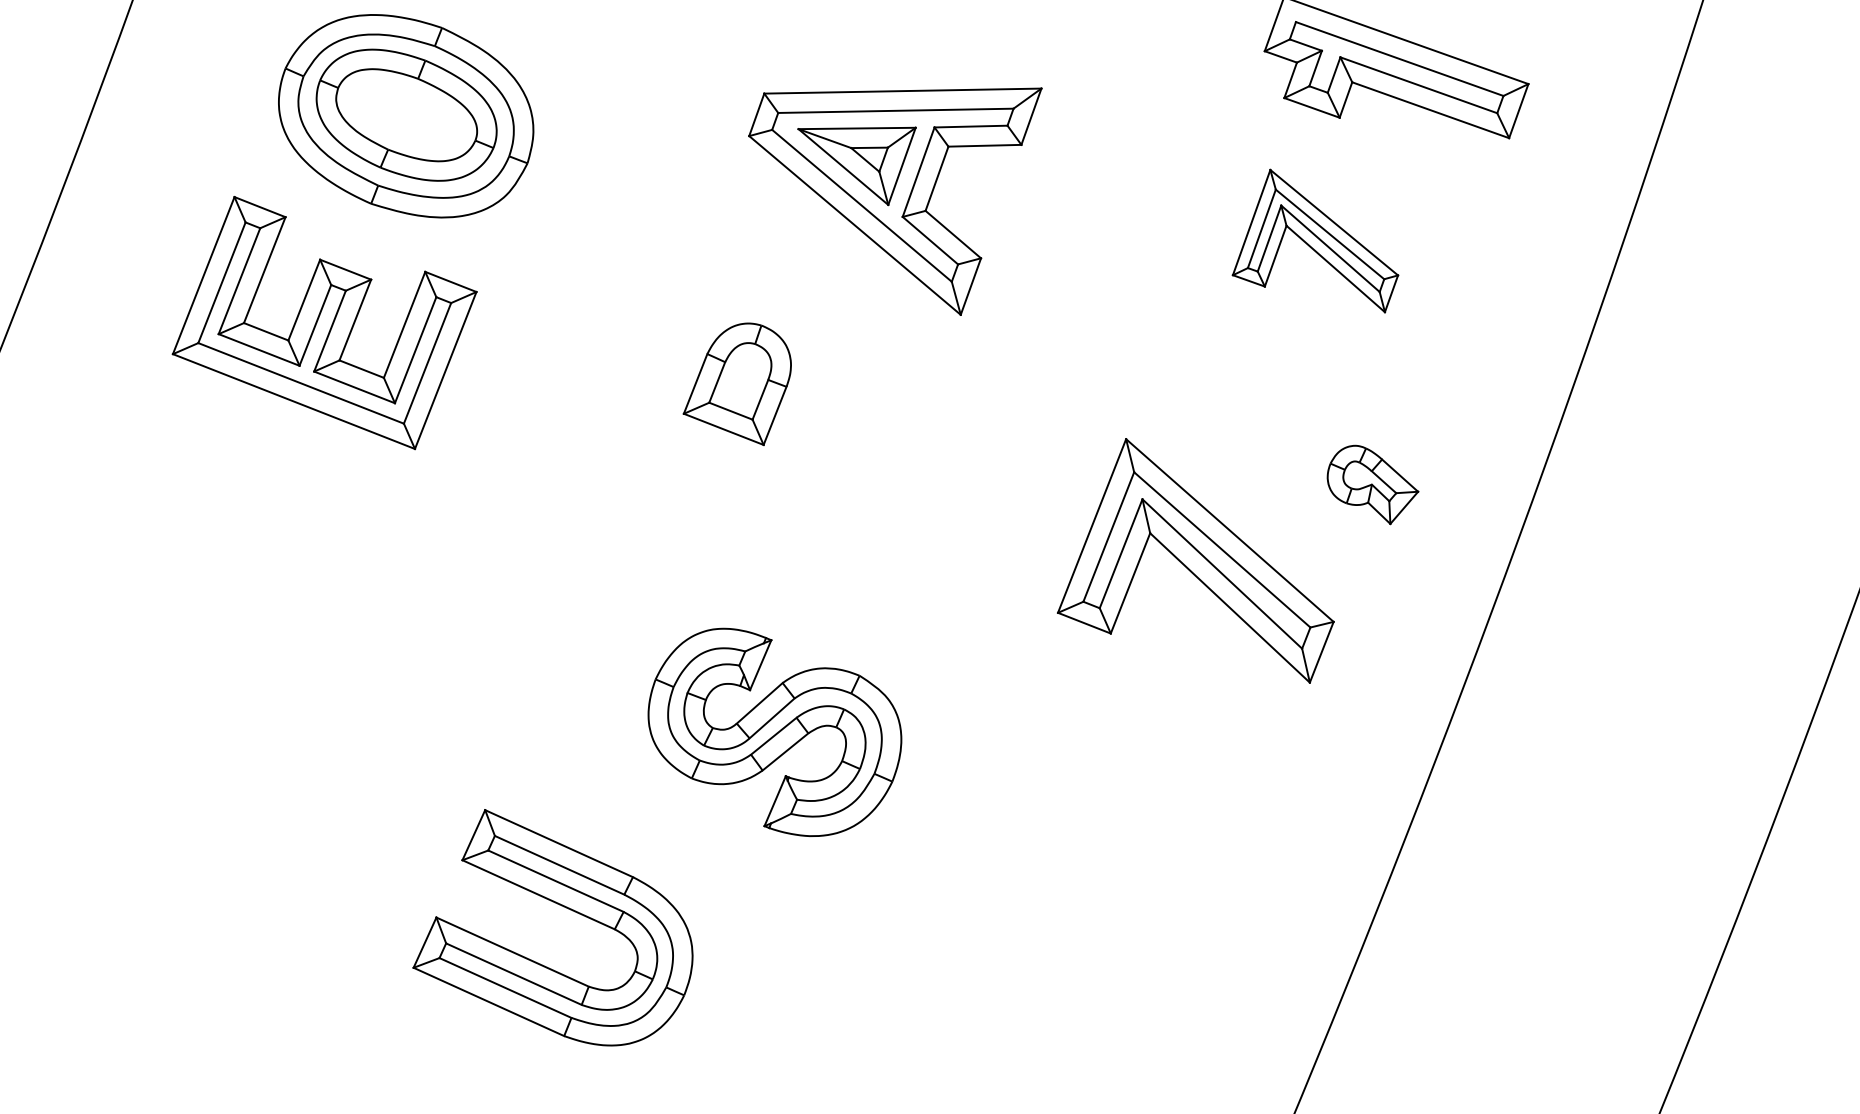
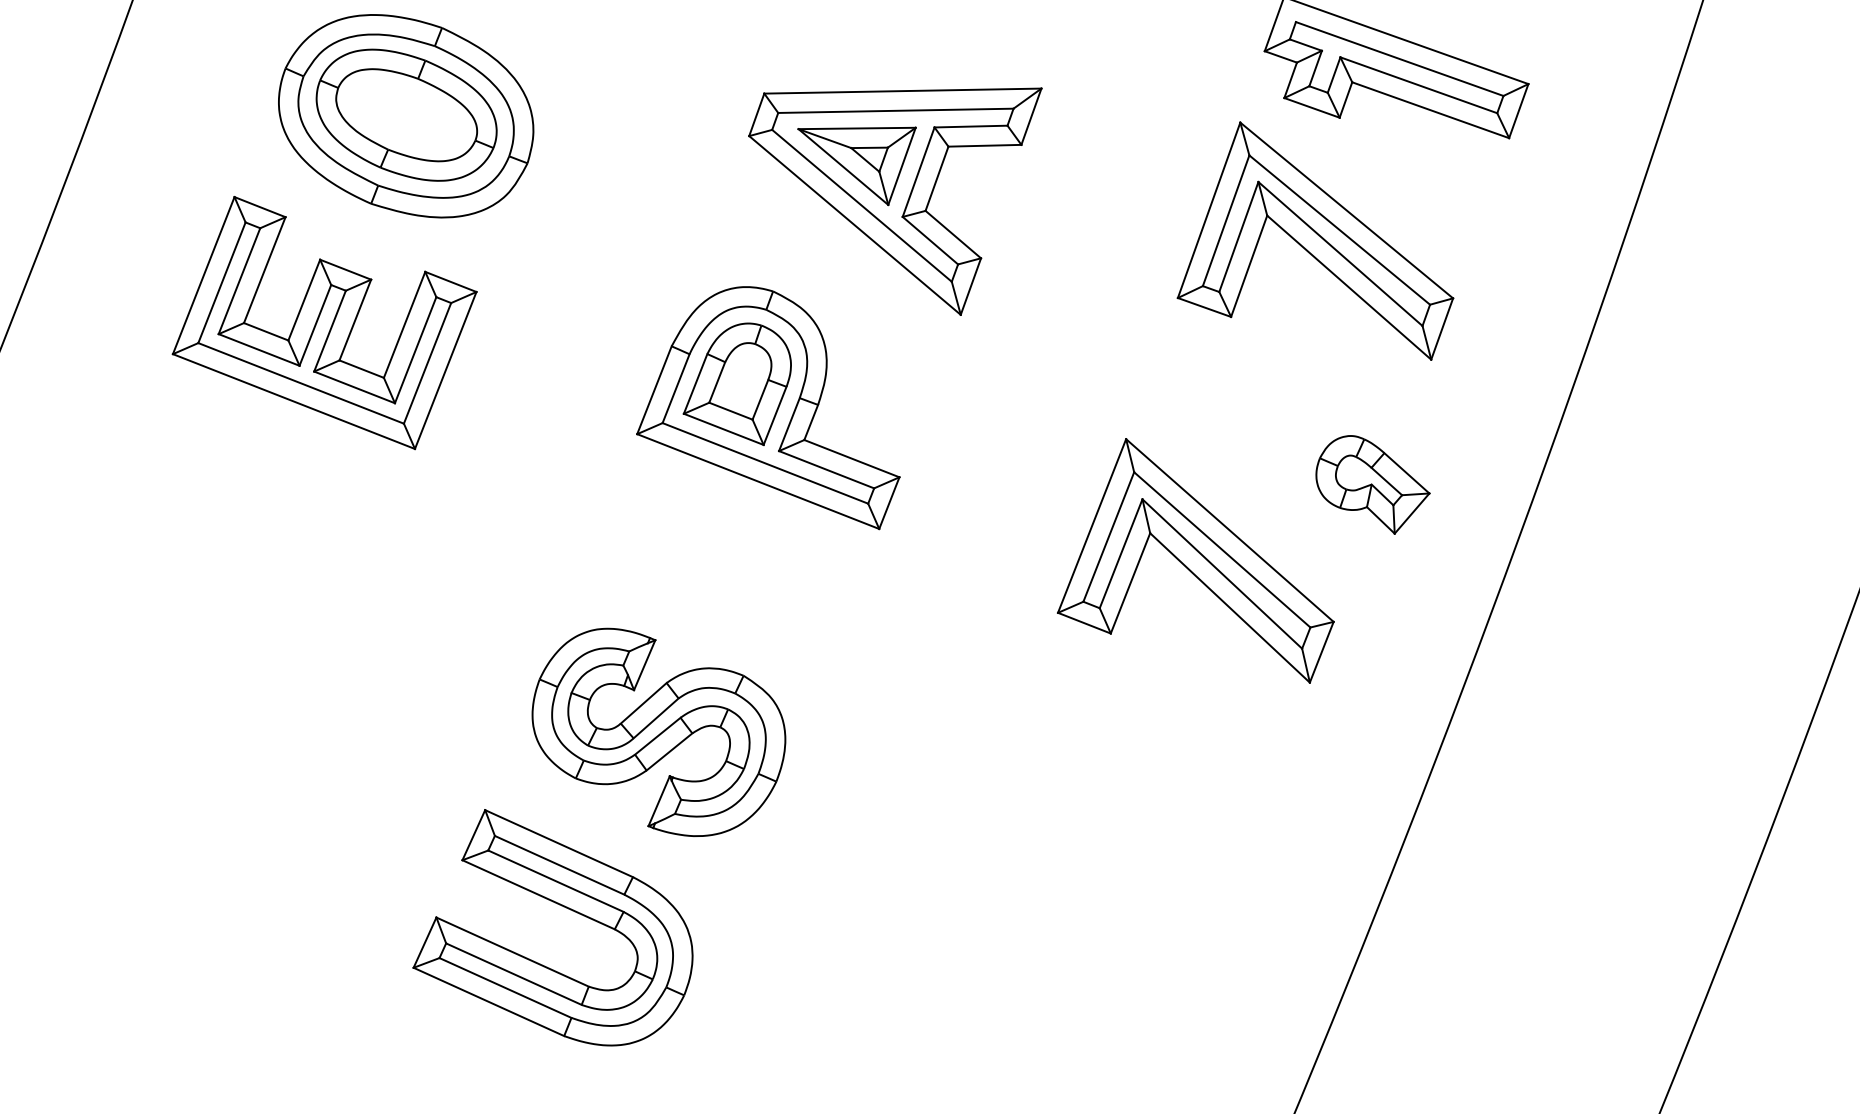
part at (1315, 240) size: 169x146 px -> 279x240 px
part at (768, 408): none -> present
part at (1372, 484) size: 94x82 px -> 116x100 px
part at (774, 731) position: (774, 731) -> (658, 731)
